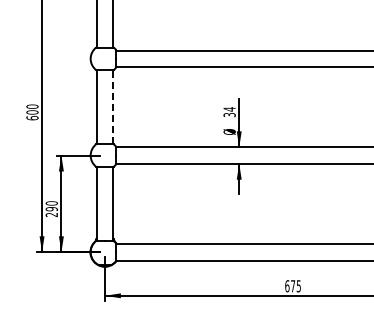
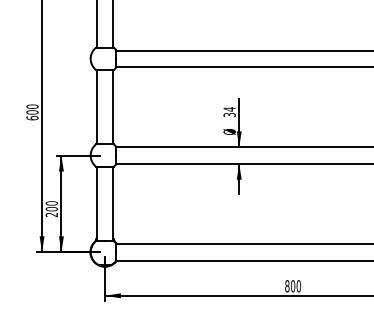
line at (113, 106): dashed -> solid
text at (51, 209): 290 -> 200
text at (293, 286): 675 -> 800
